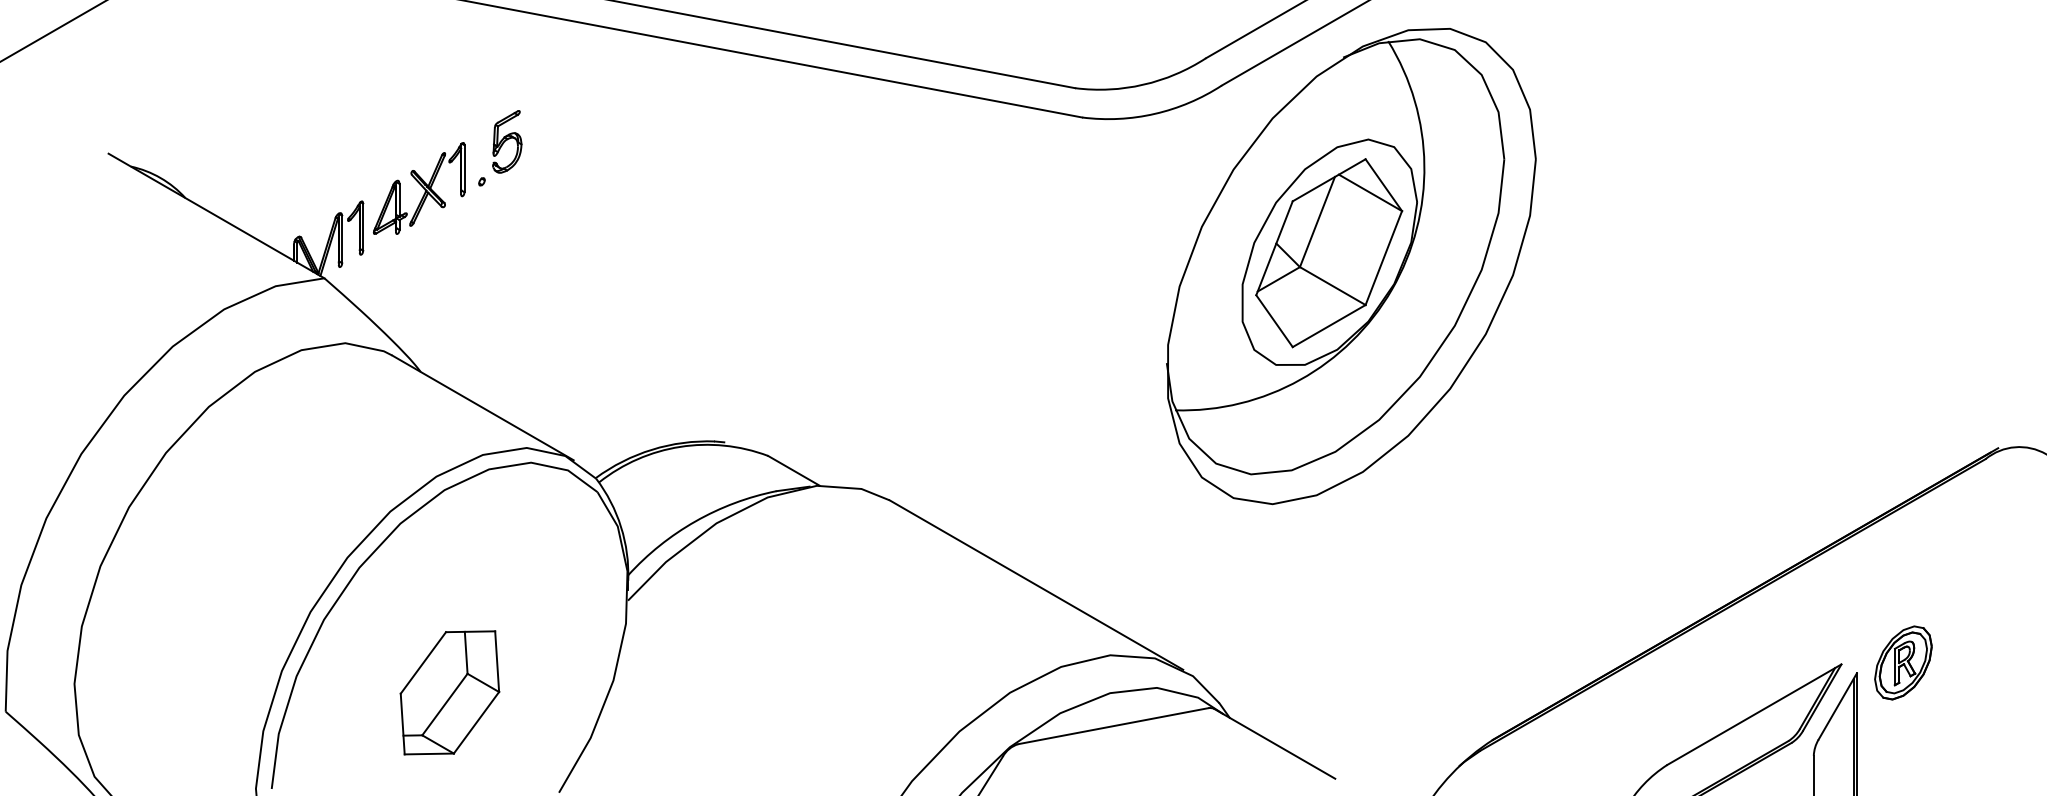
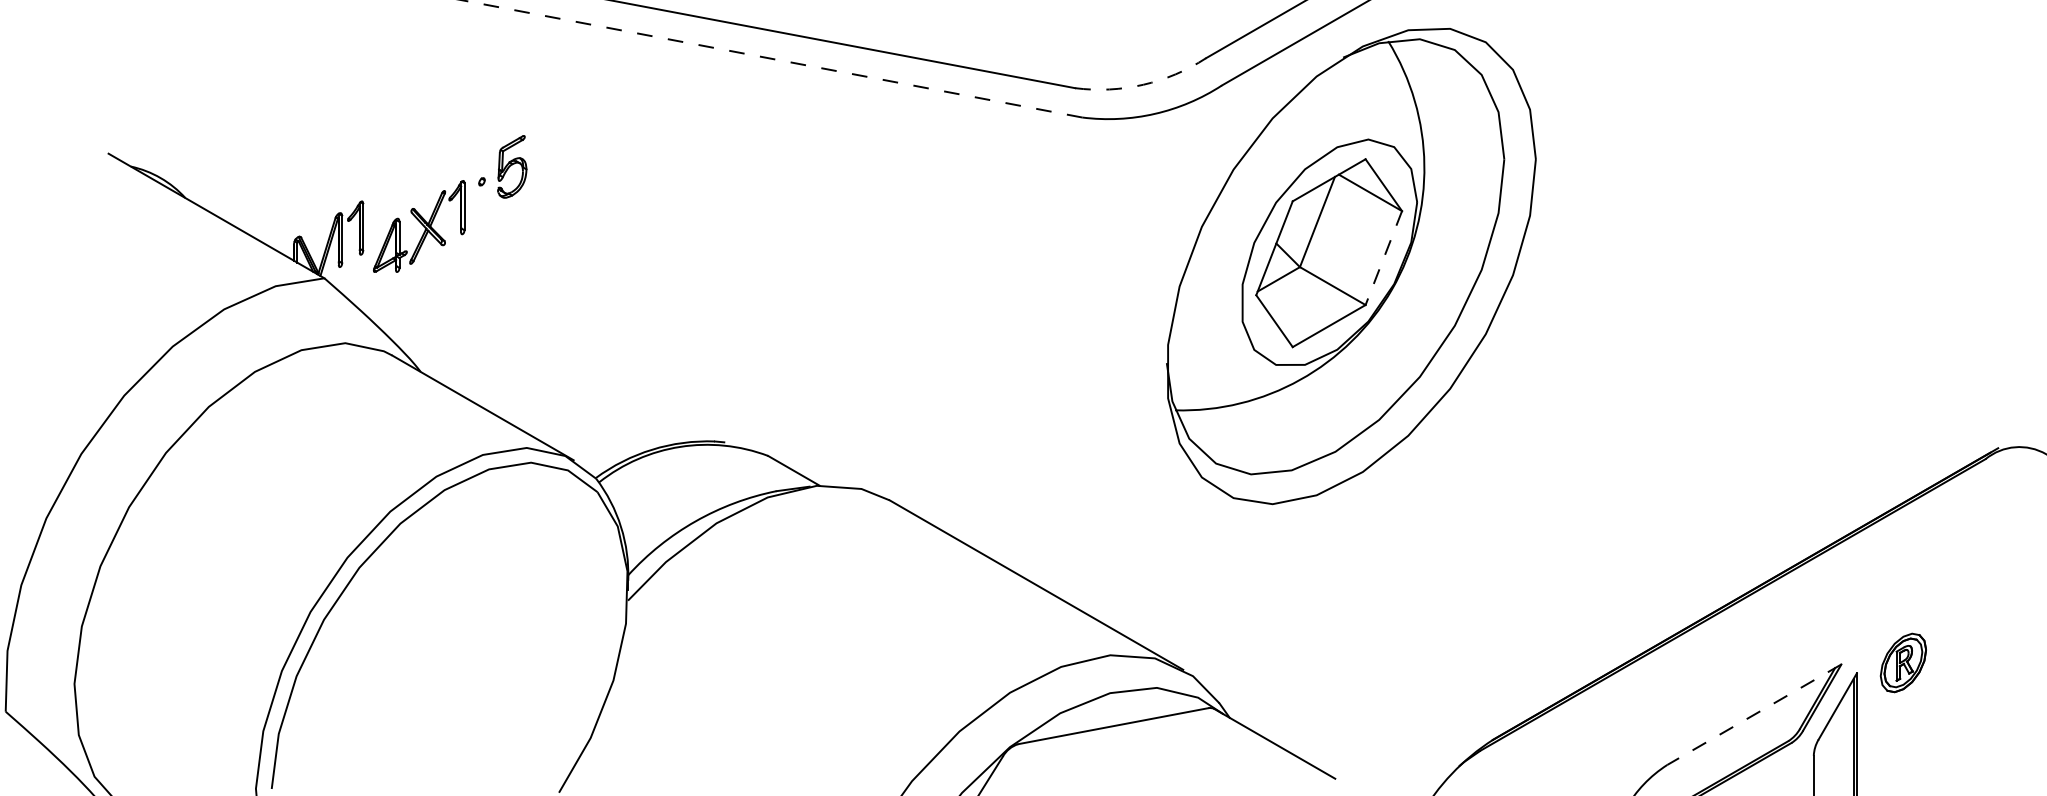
line at (52, 31): present -> none
line at (771, 58): solid -> dashed
arc at (1143, 84): solid -> dashed
part at (507, 141) position: (507, 141) -> (512, 166)
part at (419, 188) position: (419, 188) -> (419, 226)
line at (1383, 258): solid -> dashed
part at (1903, 662) size: 59x76 px -> 48x62 px
part at (449, 692): present -> none
line at (1753, 714): solid -> dashed
